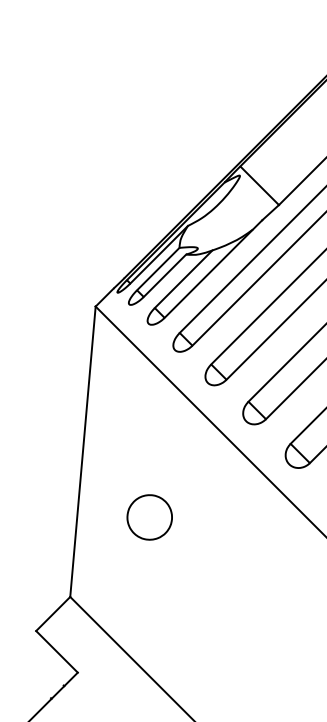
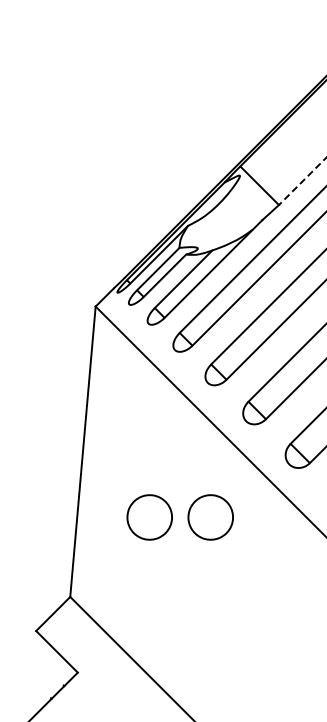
line at (302, 181): solid -> dashed
part at (210, 517): none -> present
